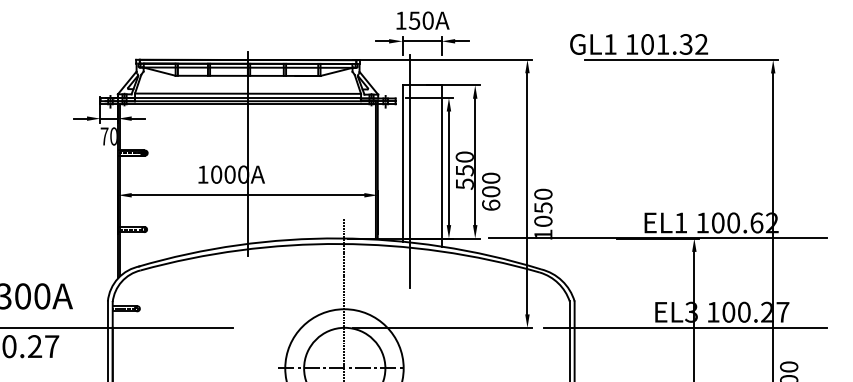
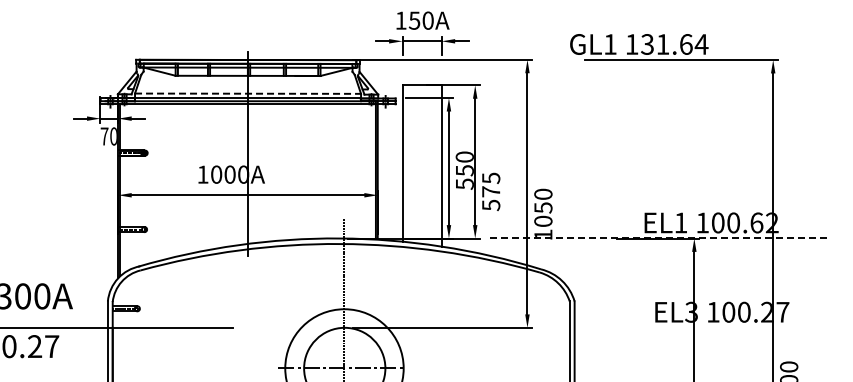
text at (674, 44): 101.32 -> 131.64
line at (248, 93): solid -> dashed
line at (409, 171): present -> none
text at (491, 191): 600 -> 575
line at (657, 238): solid -> dashed
line at (684, 327): present -> none
